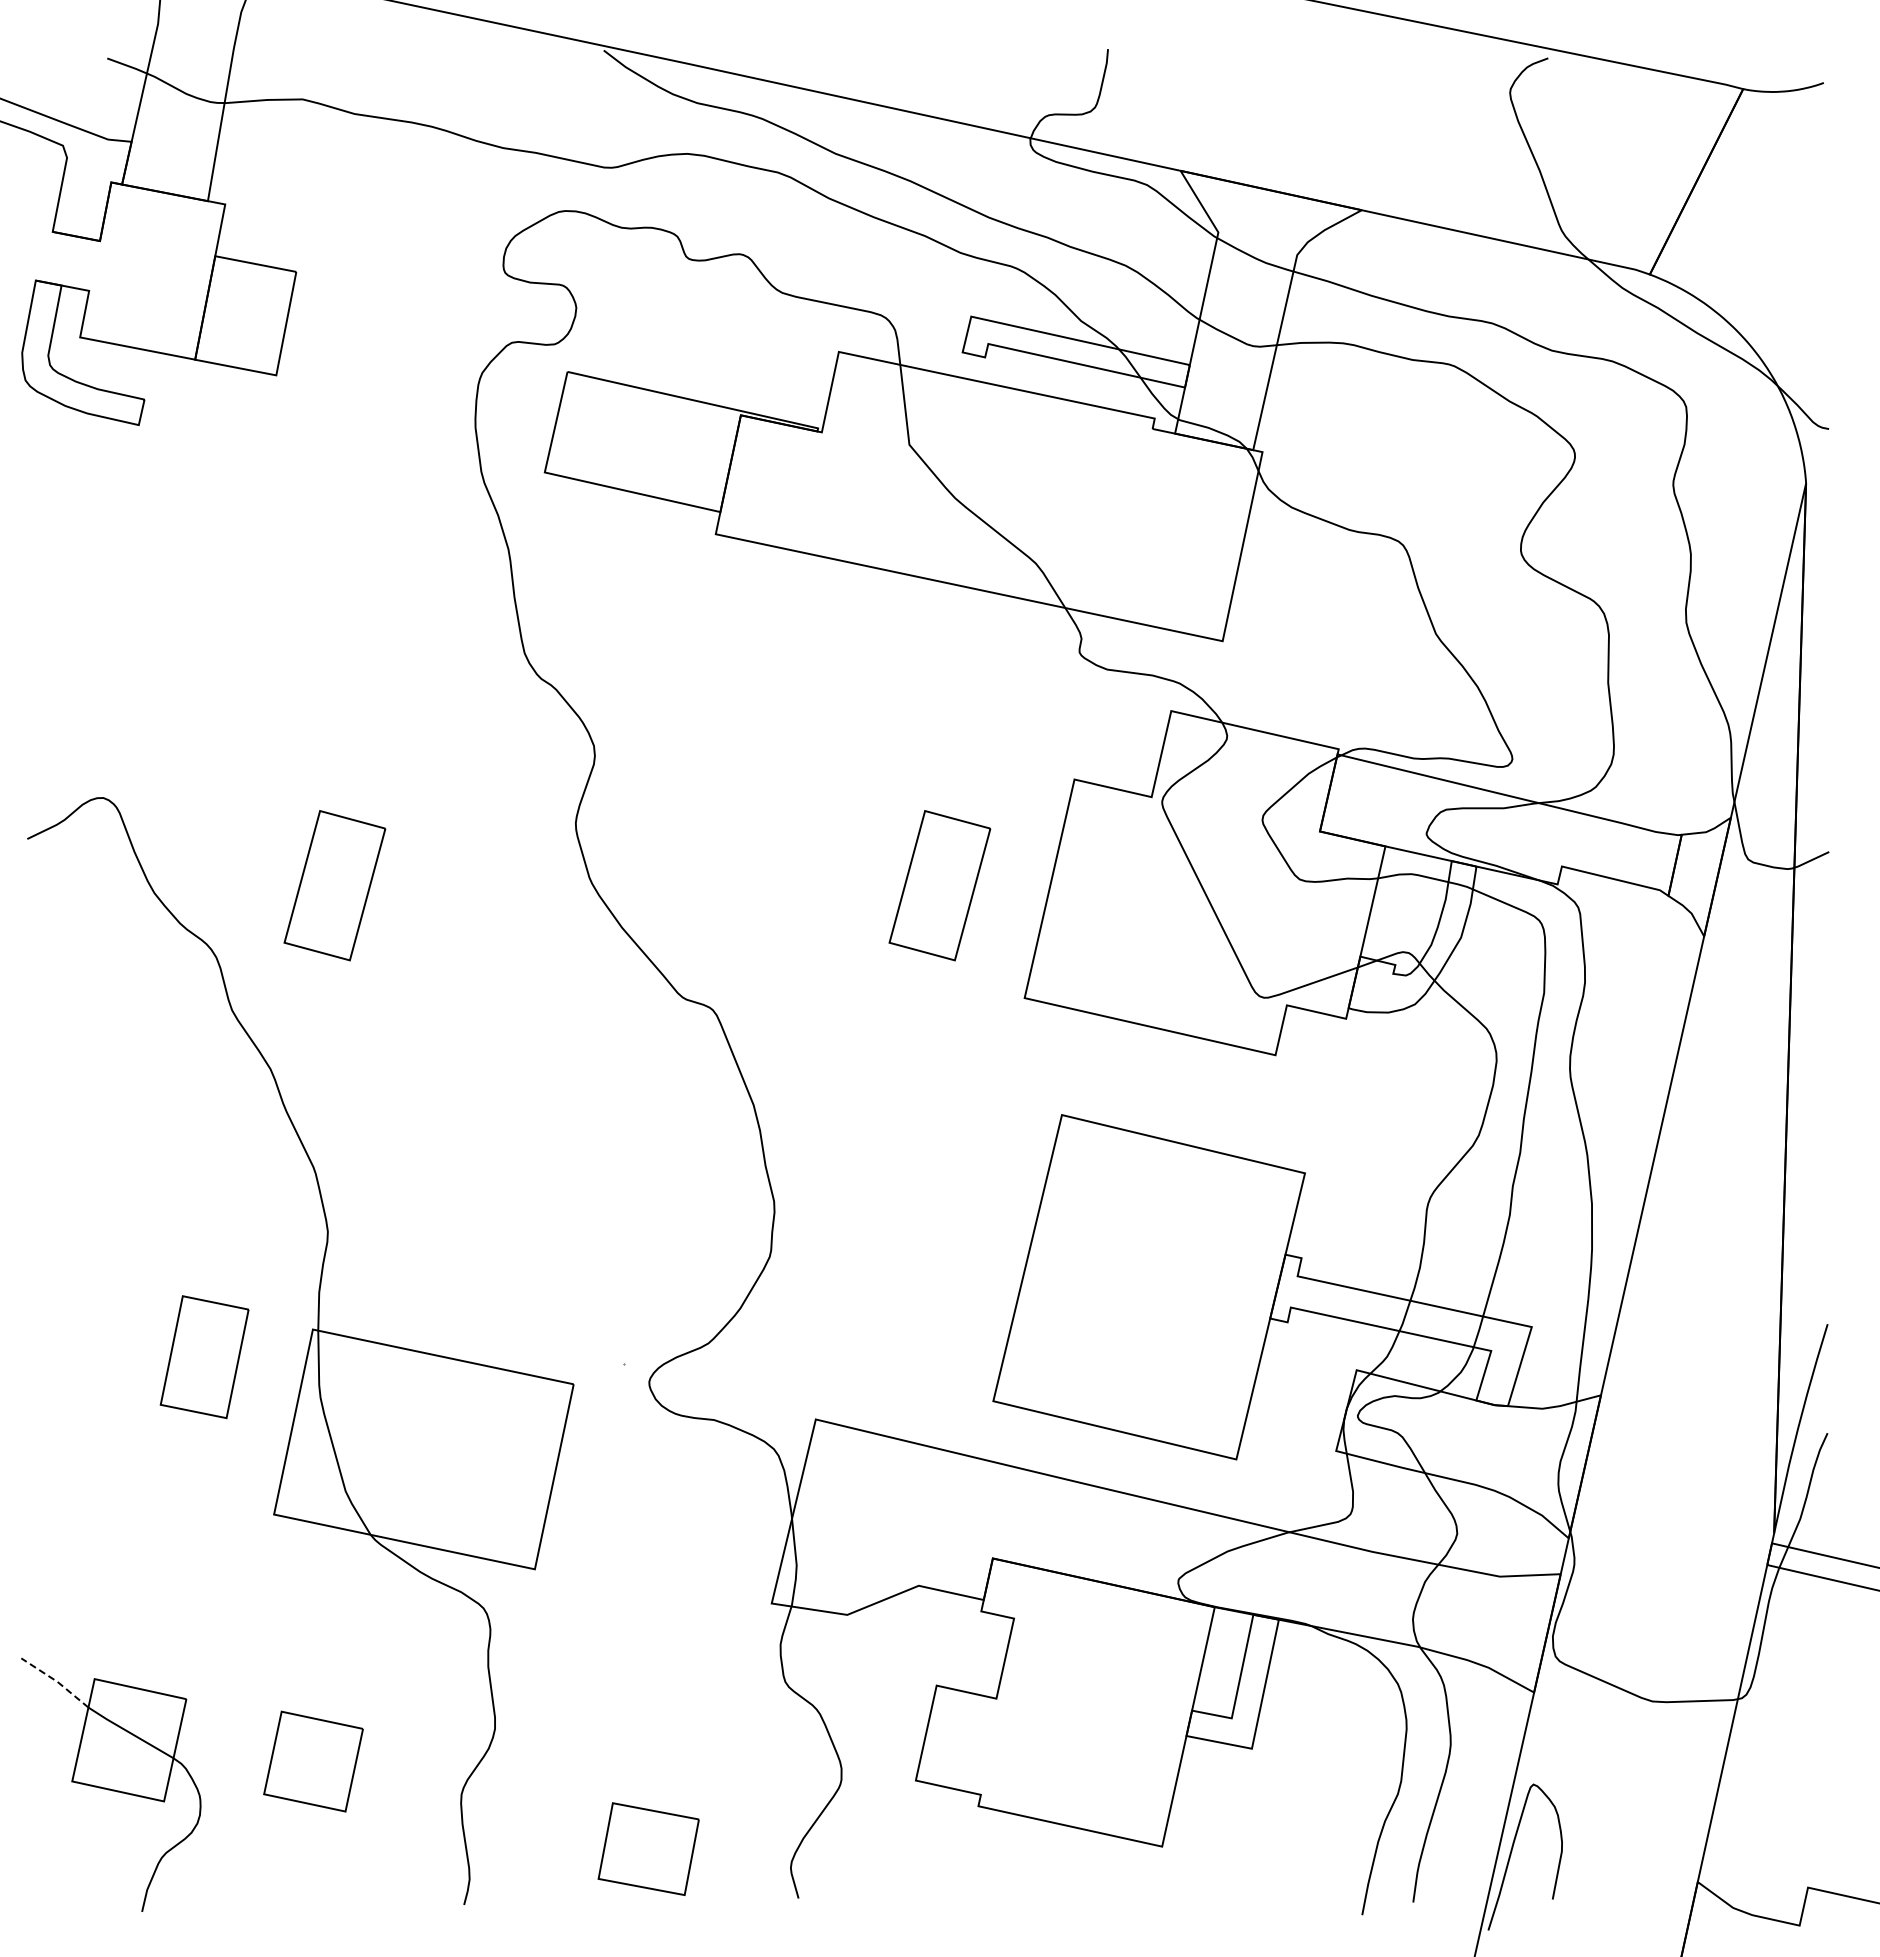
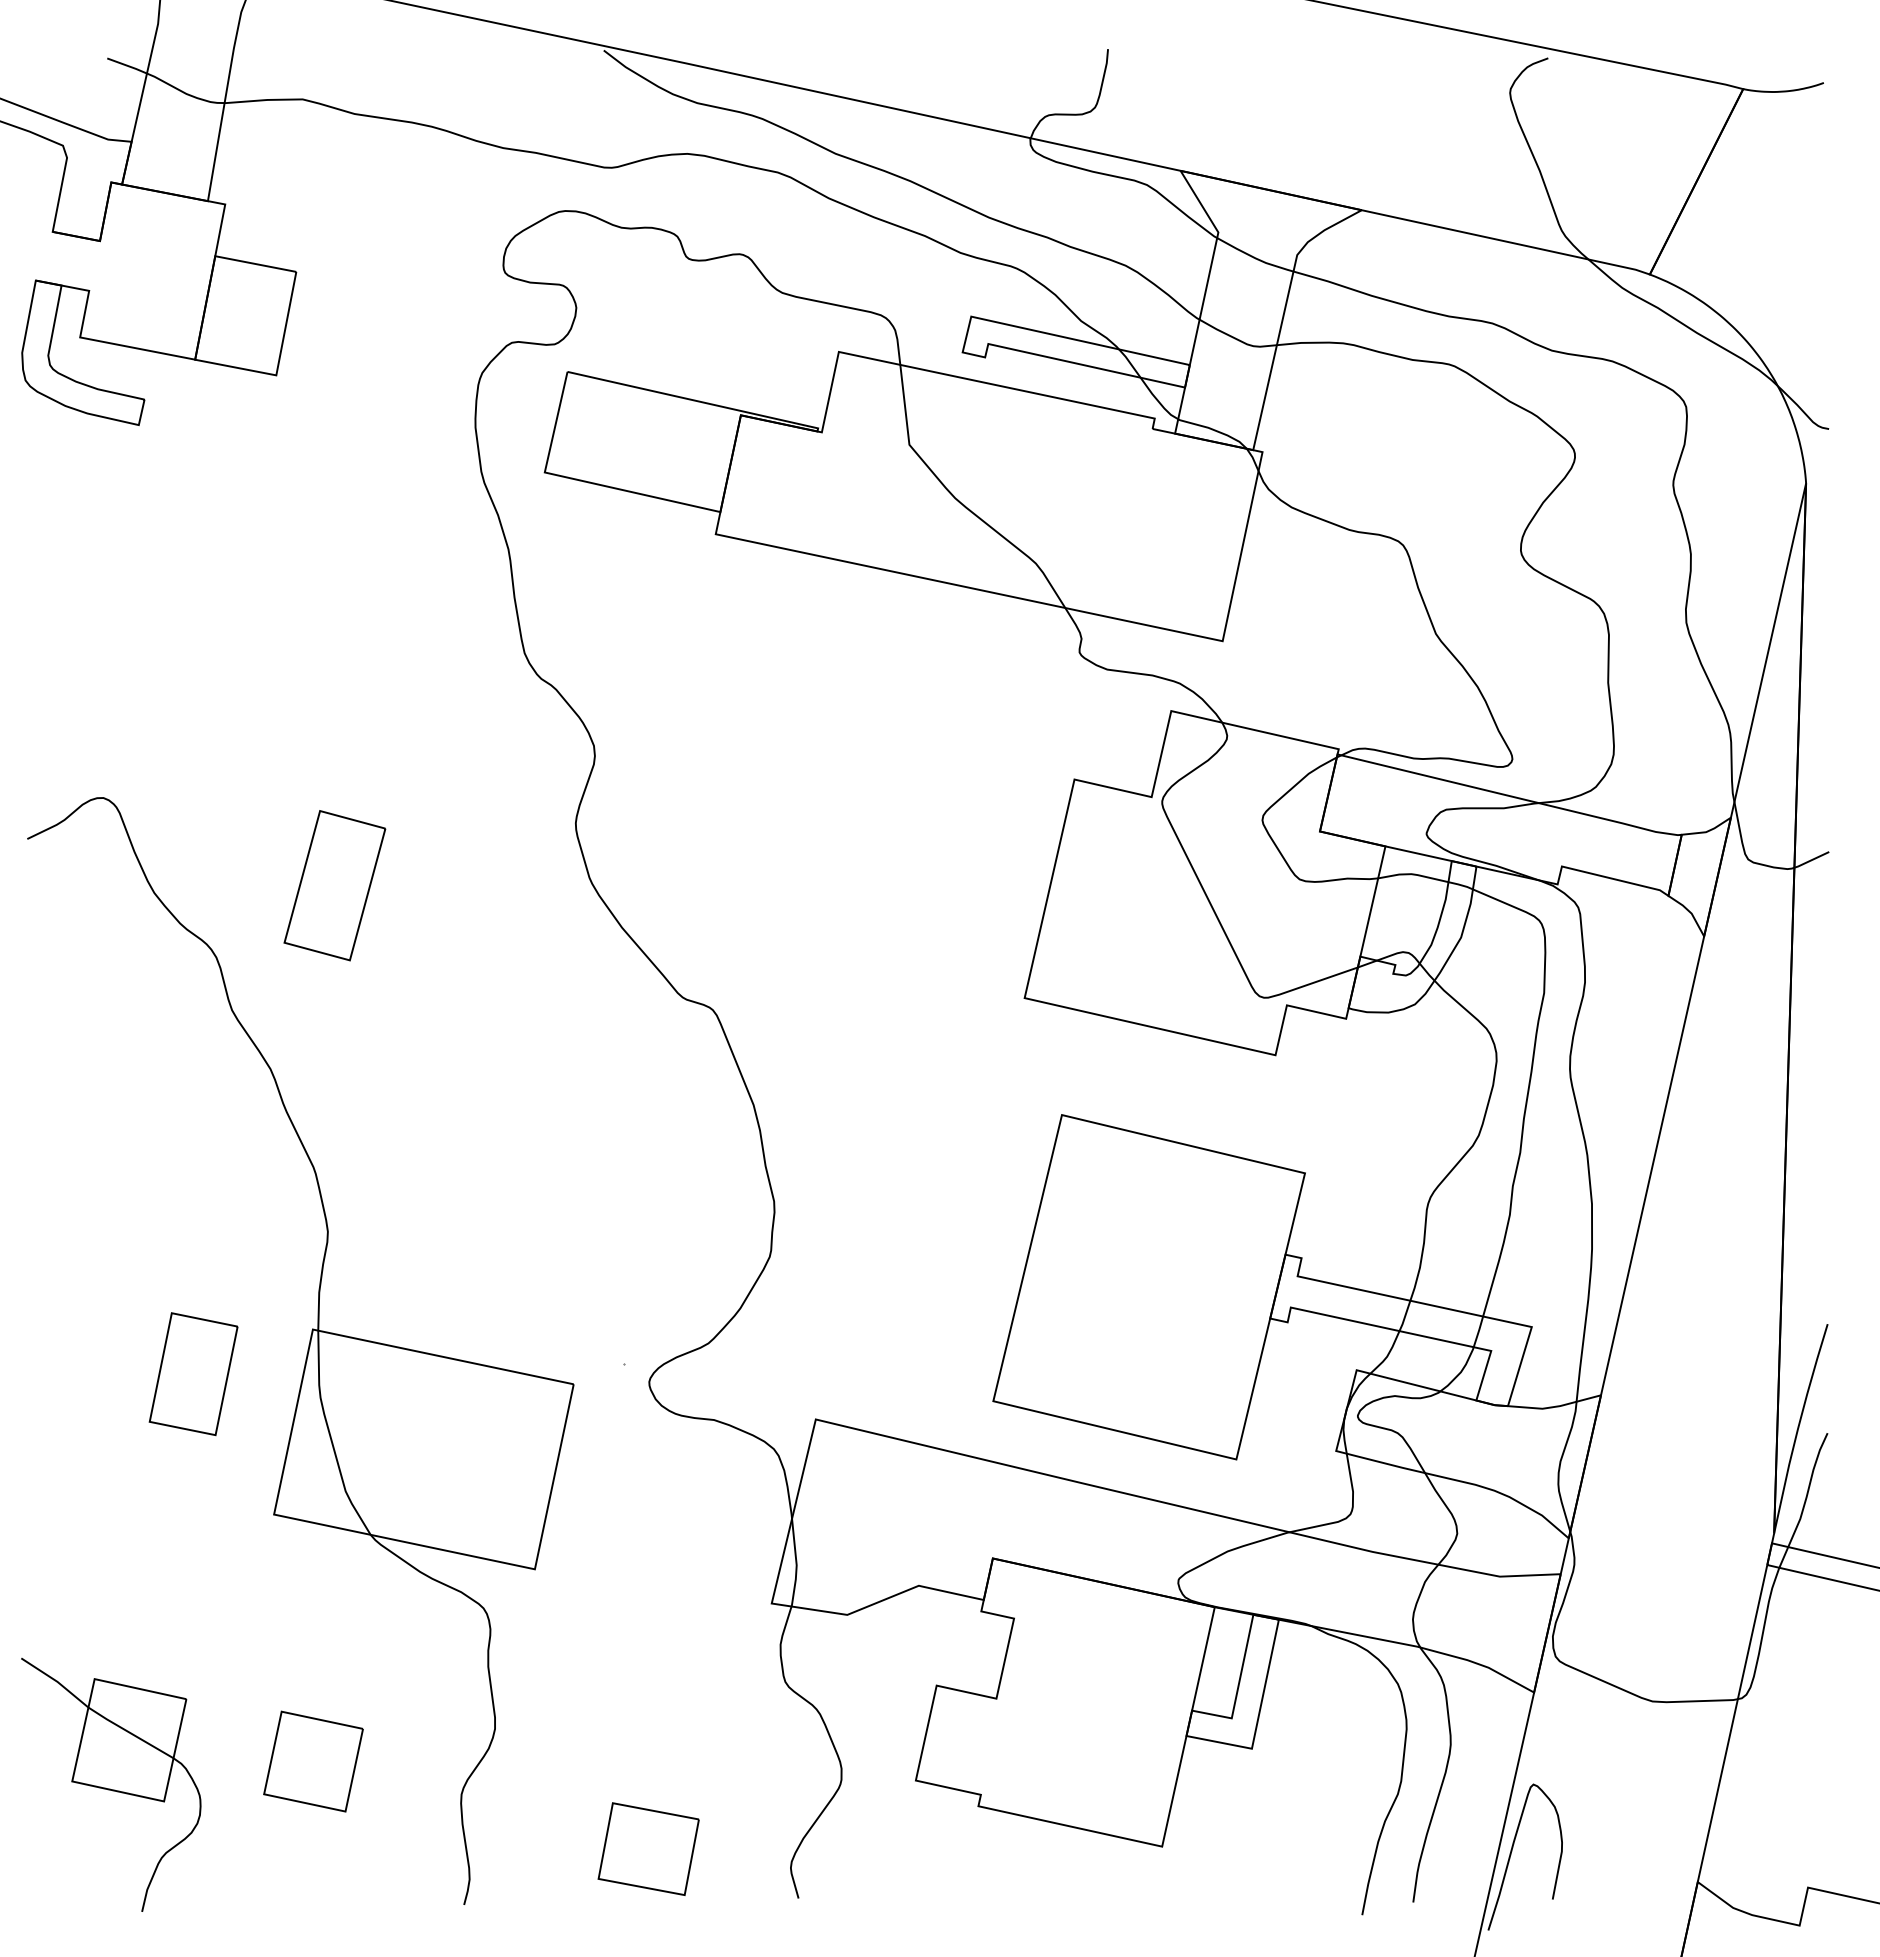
part at (939, 885): present -> none
part at (204, 1357) position: (204, 1357) -> (193, 1374)
line at (56, 1681): dashed -> solid
